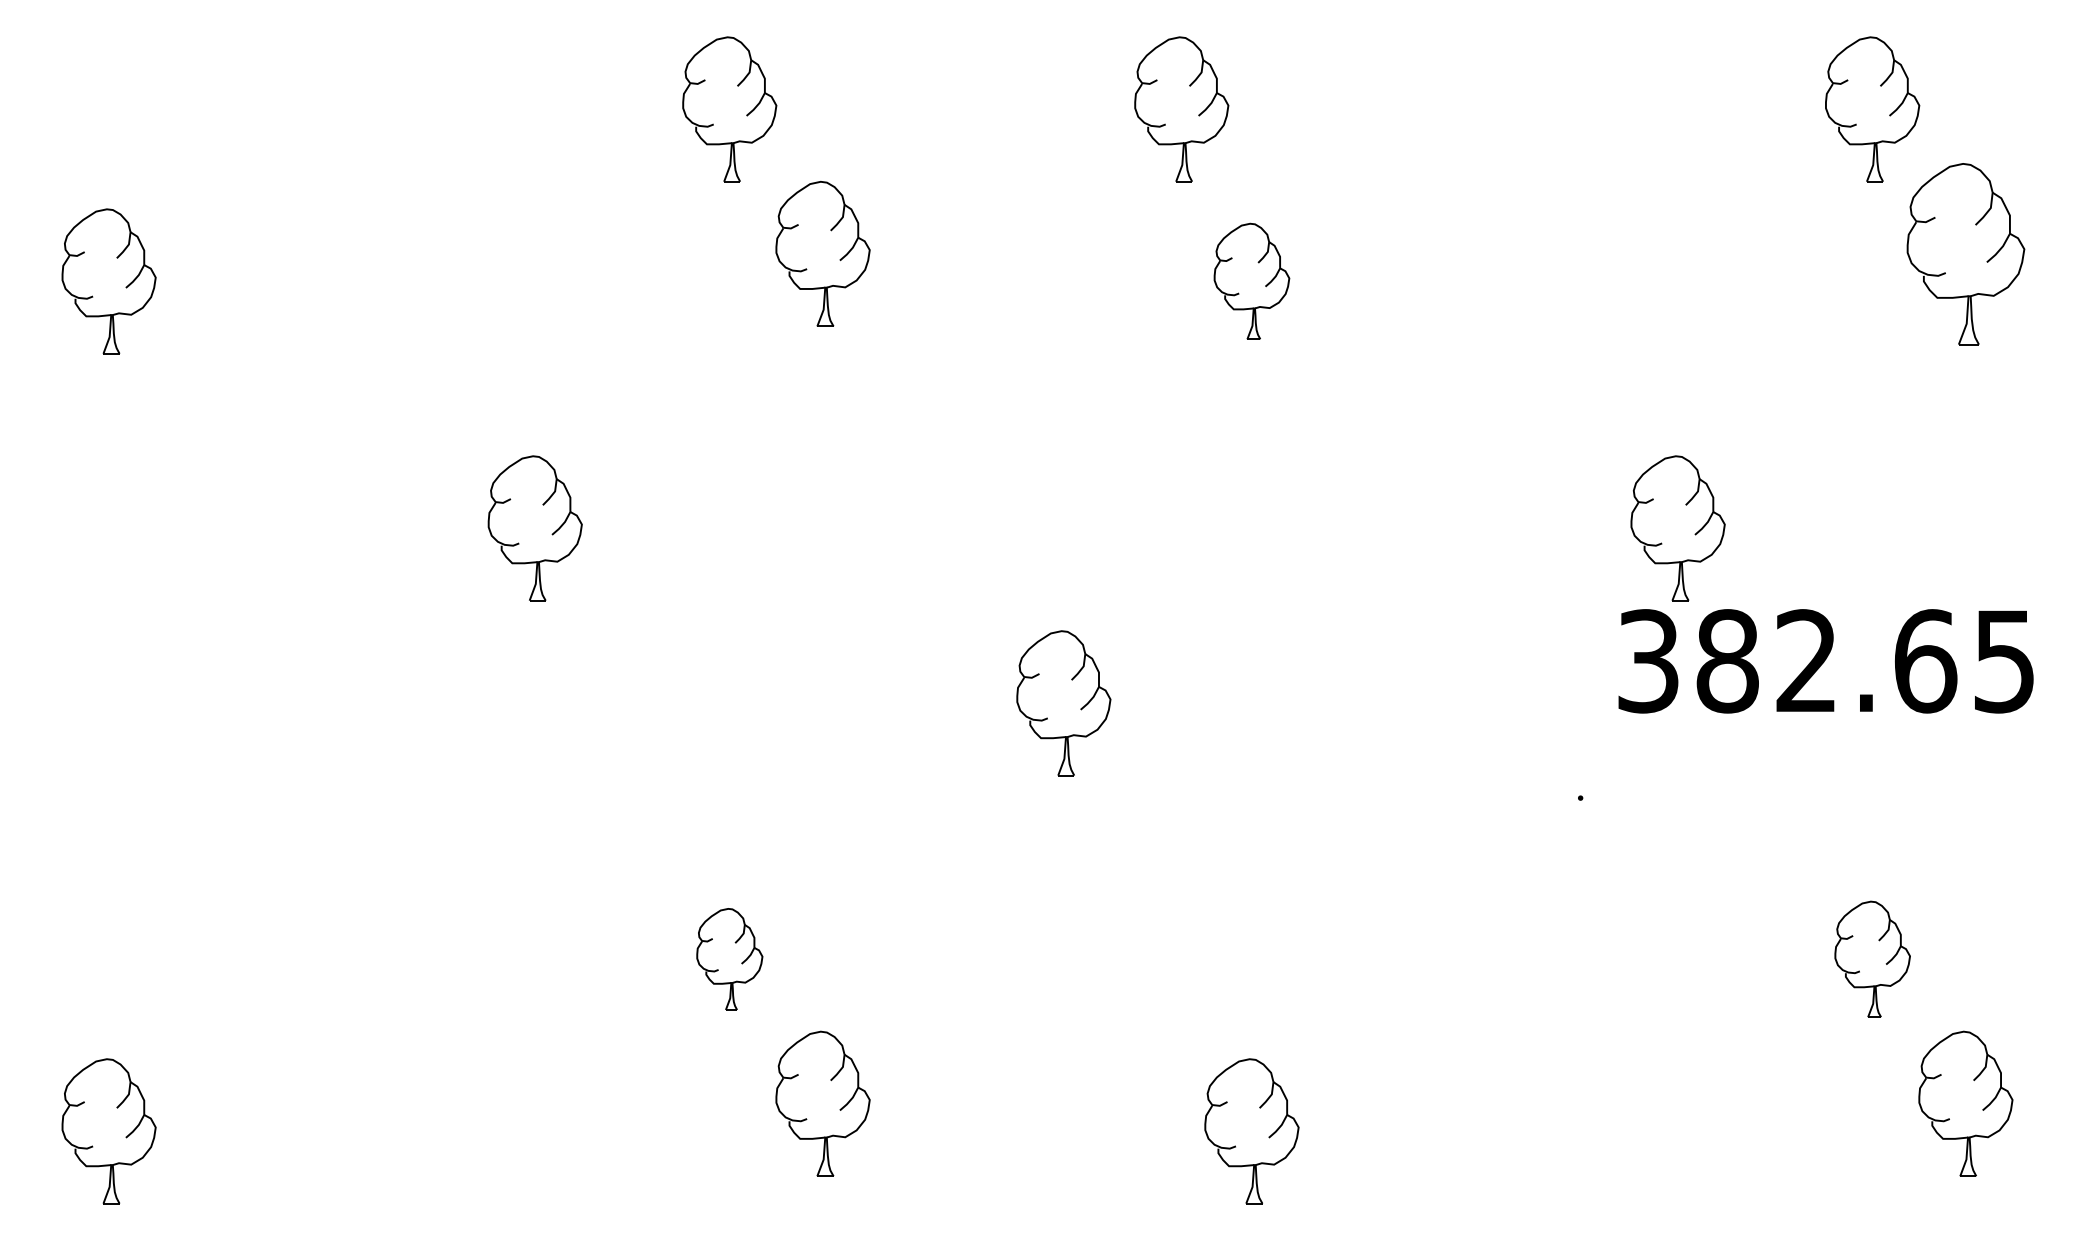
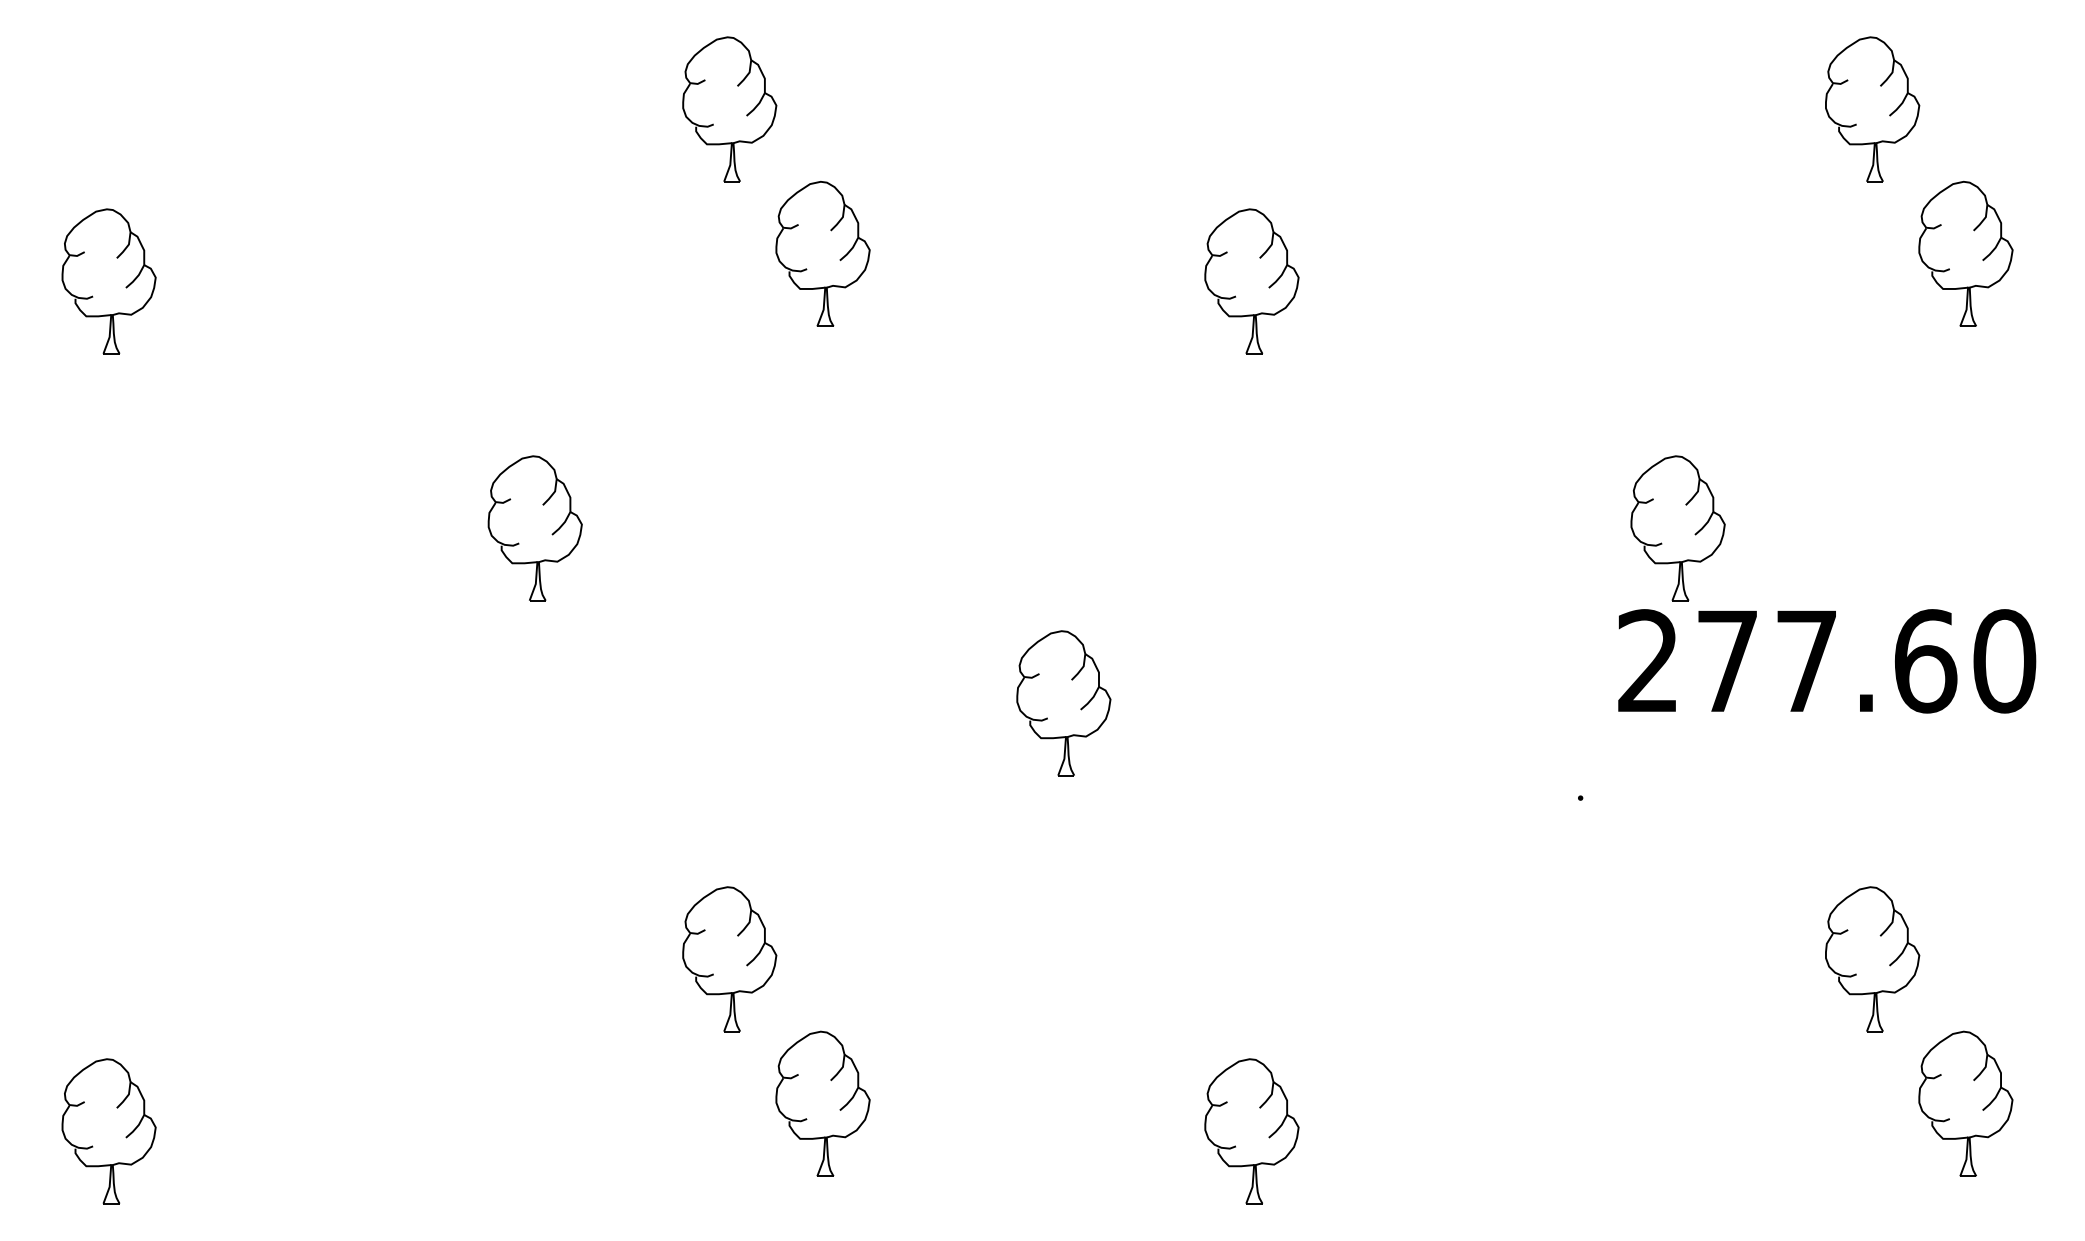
part at (1181, 109): present -> none
part at (1965, 254) size: 120x183 px -> 96x147 px
part at (1251, 280) size: 78x118 px -> 96x147 px
text at (1827, 661): 382.65 -> 277.60
part at (1872, 958) size: 77x118 px -> 96x147 px
part at (729, 959) size: 68x103 px -> 96x147 px
